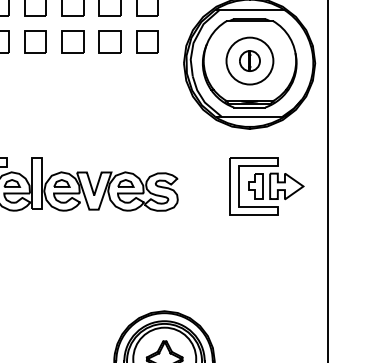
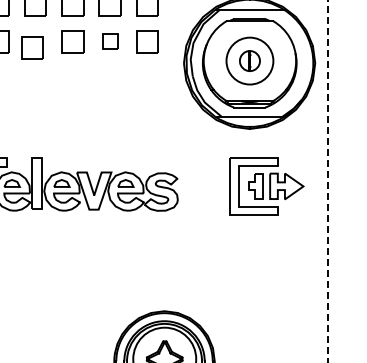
part at (35, 41) position: (35, 41) -> (32, 47)
part at (109, 41) size: 24x24 px -> 17x17 px
line at (328, 181): solid -> dashed
